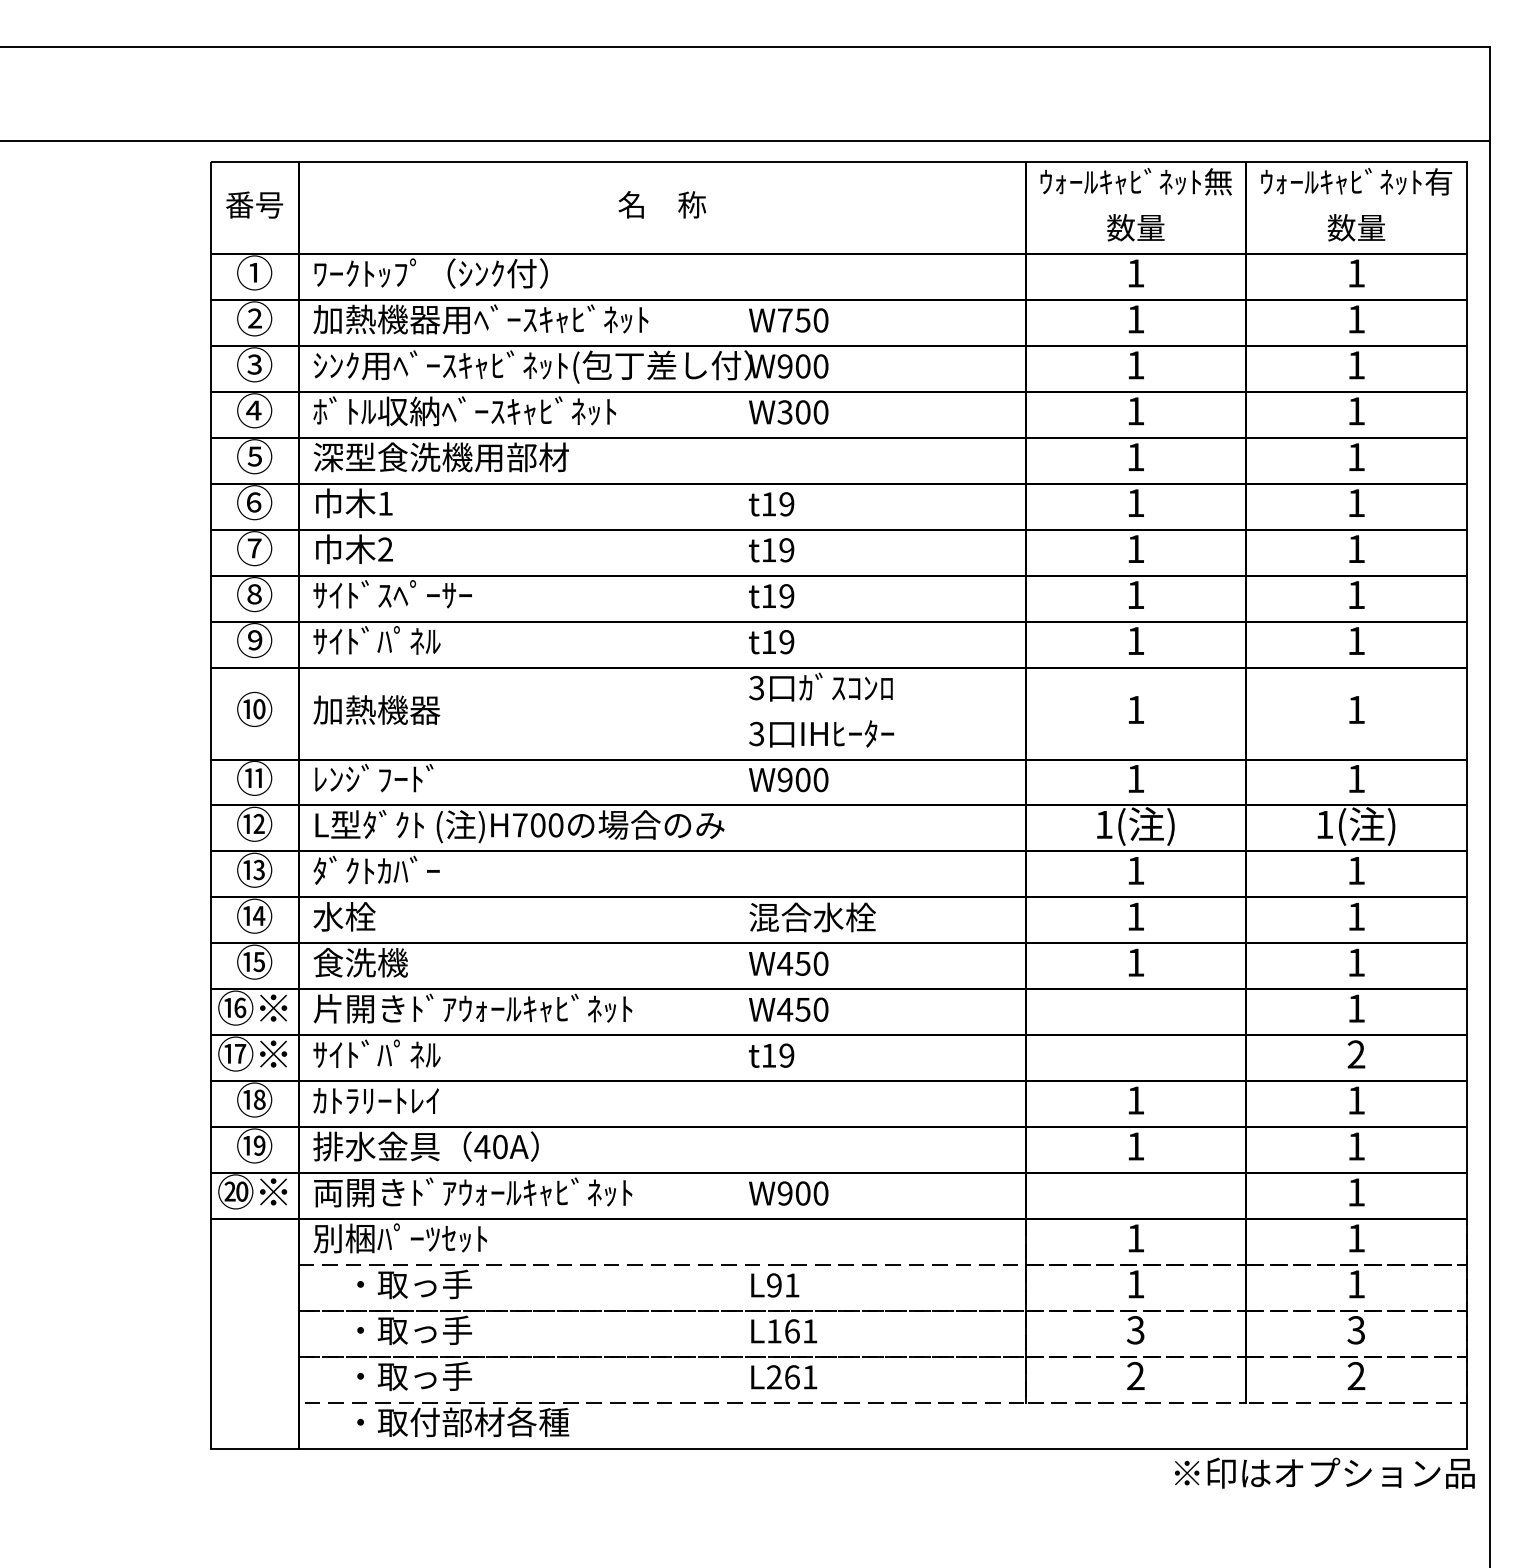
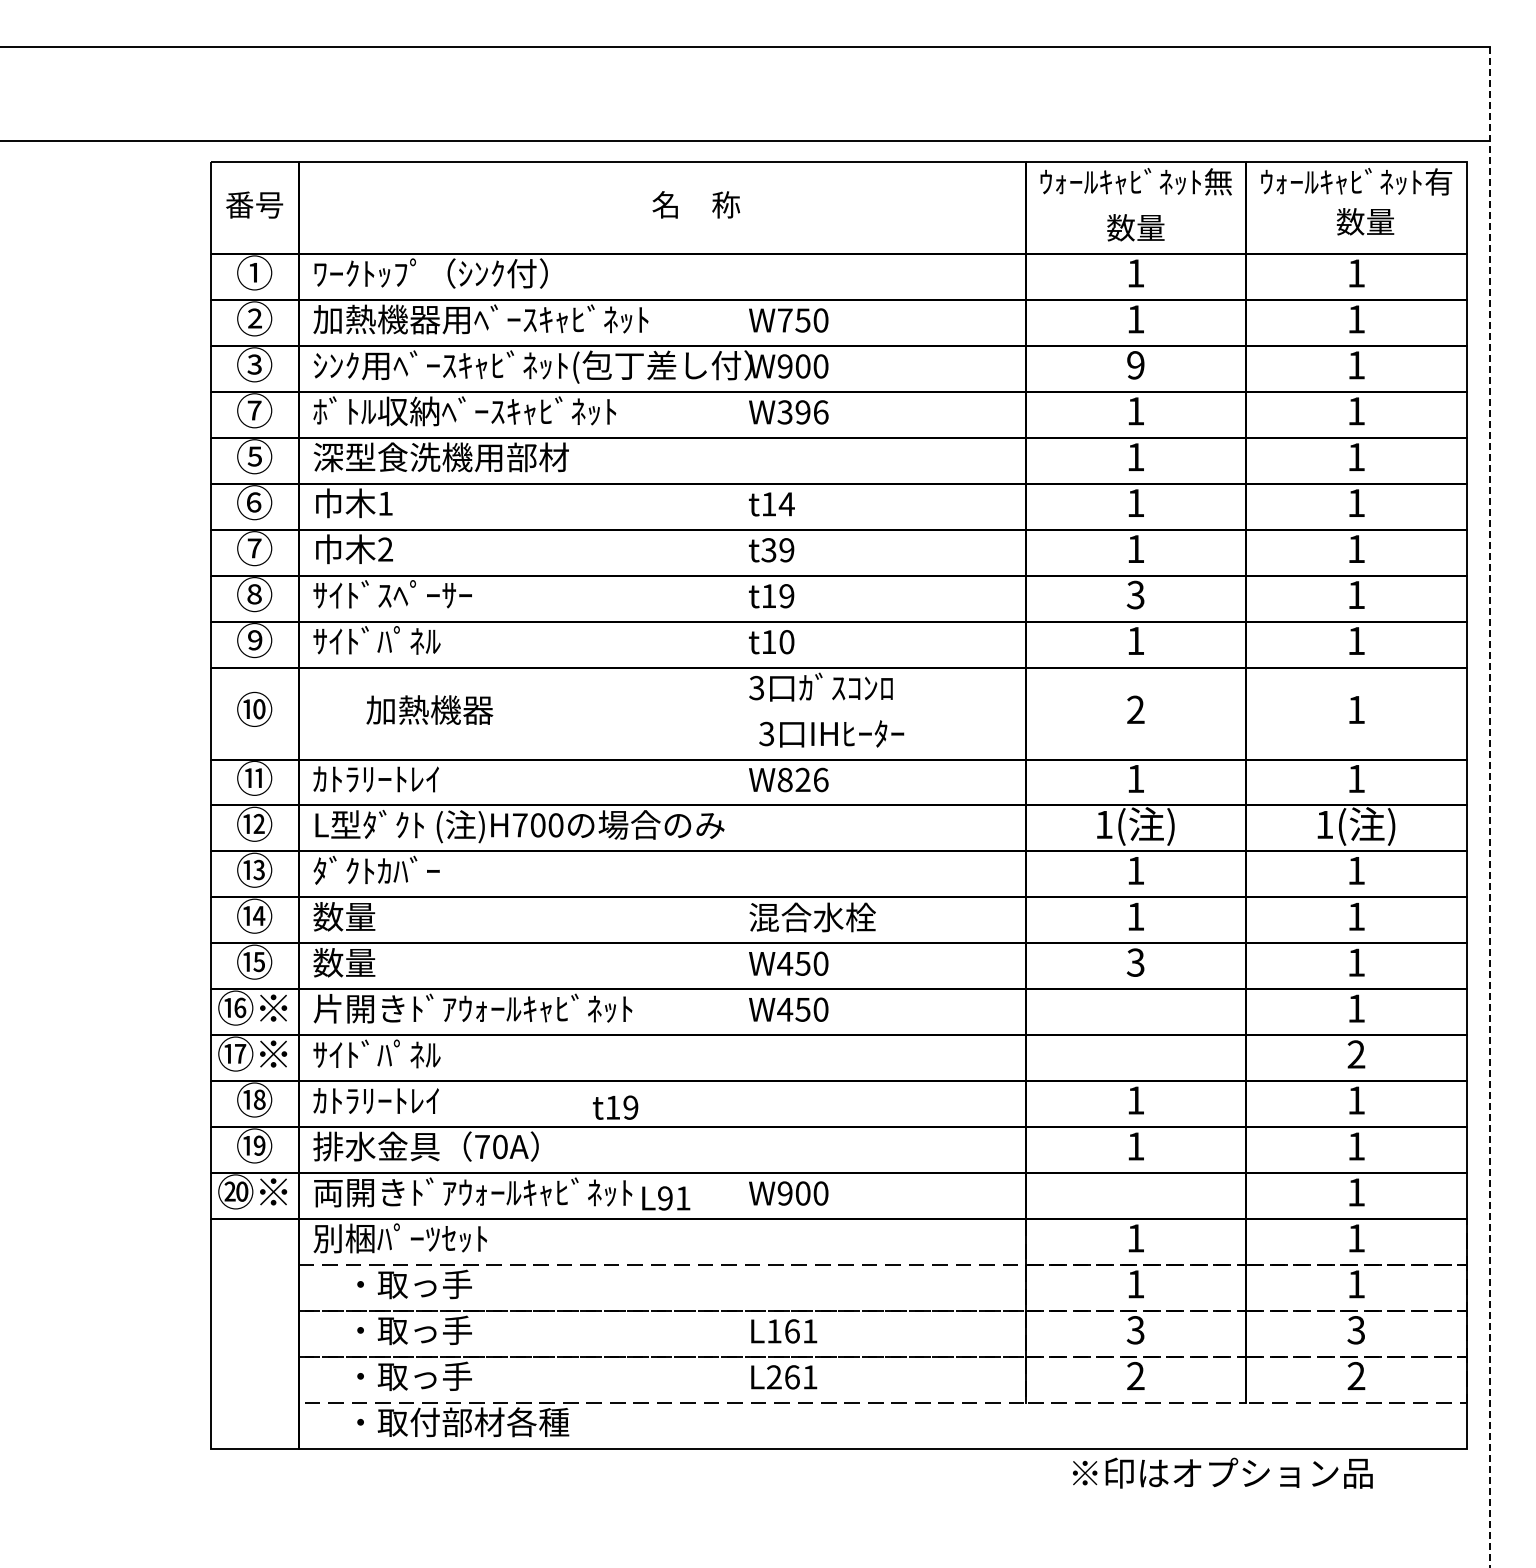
text at (662, 204) position: (662, 204) -> (696, 204)
text at (1356, 227) position: (1356, 227) -> (1365, 221)
text at (1135, 365): 1 -> 9
text at (253, 410): ④ -> ⑦
text at (811, 412): W300 -> W396
text at (786, 504): t19 -> t14
text at (768, 550): t19 -> t39
text at (1135, 594): 1 -> 3
text at (786, 642): t19 -> t10
text at (376, 709) position: (376, 709) -> (429, 709)
text at (1135, 709): 1 -> 2
text at (821, 733) position: (821, 733) -> (831, 733)
text at (375, 778): ﾚﾝｼﾞﾌｰﾄﾞ -> ｶﾄﾗﾘｰﾄﾚｲ
text at (802, 779): W900 -> W826
line at (1489, 807): solid -> dashed
text at (344, 916): 水栓 -> 数量
text at (360, 962): 食洗機 -> 数量
text at (1135, 962): 1 -> 3
text at (771, 1055) position: (771, 1055) -> (615, 1107)
text at (482, 1146): 40A -> 70A
text at (775, 1285) position: (775, 1285) -> (666, 1198)
text at (1324, 1472) position: (1324, 1472) -> (1222, 1472)
